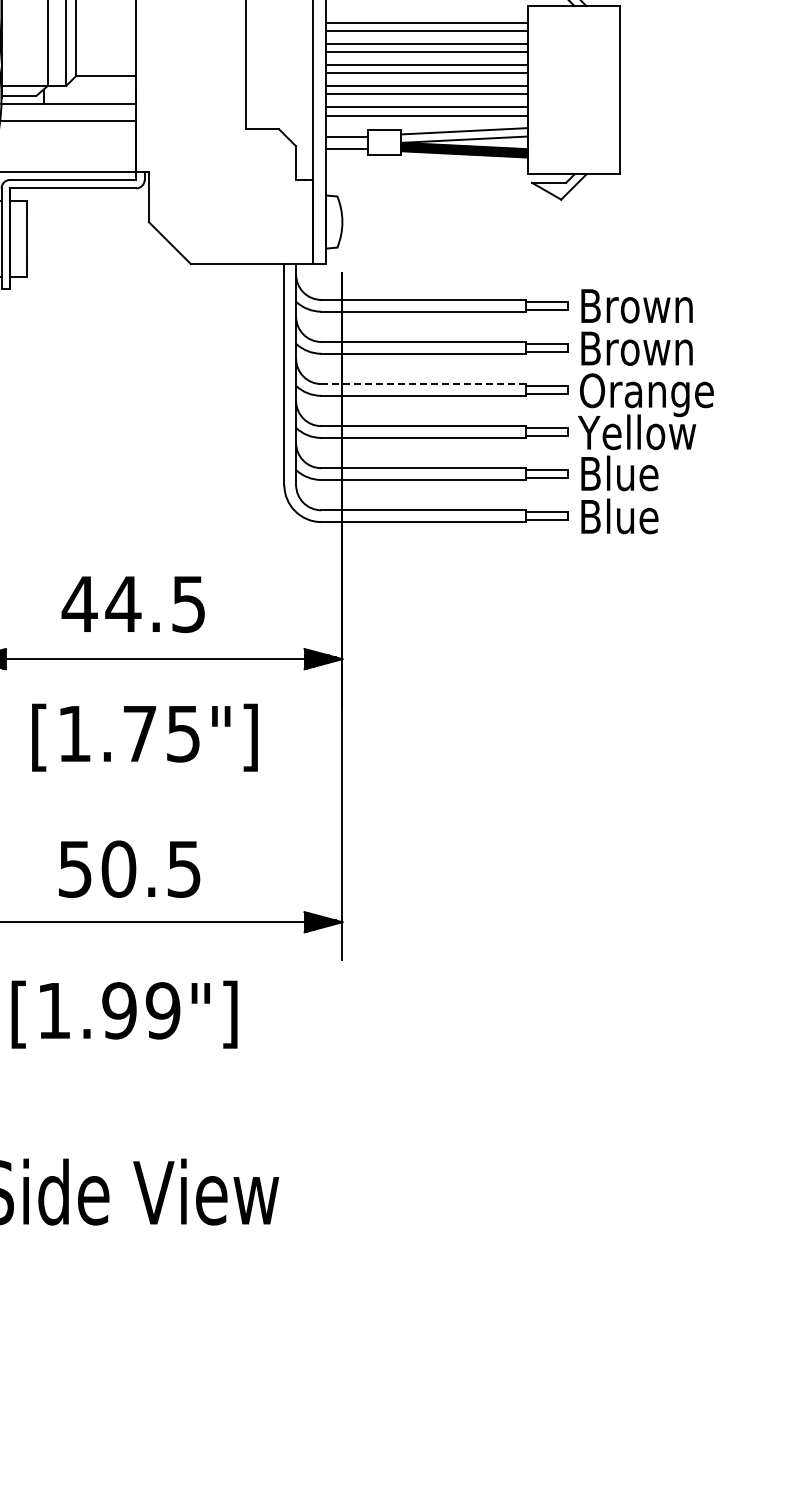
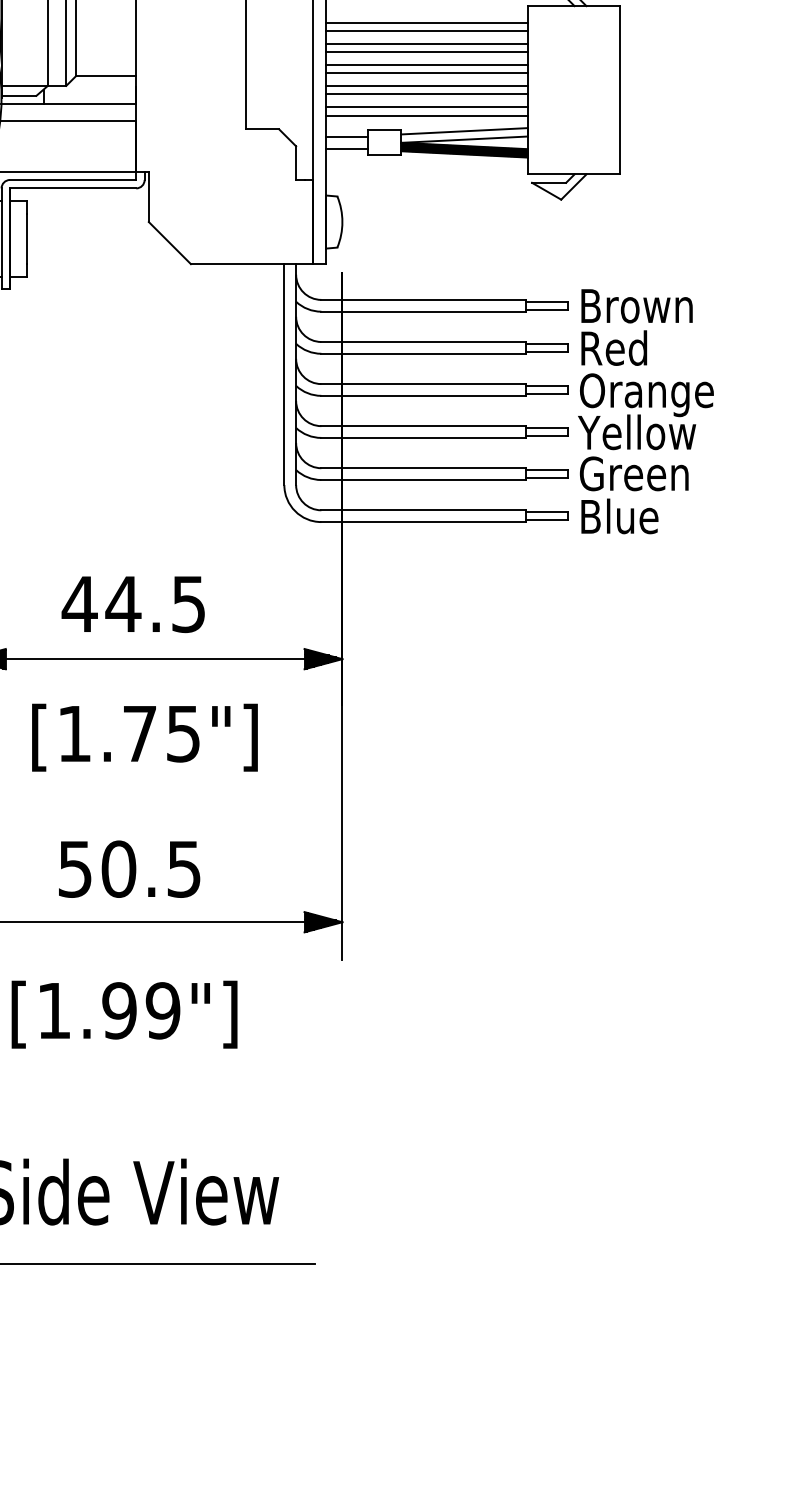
text at (638, 347): Brown -> Red
line at (423, 384): dashed -> solid
text at (633, 473): Blue -> Green
line at (158, 1264): none -> present
